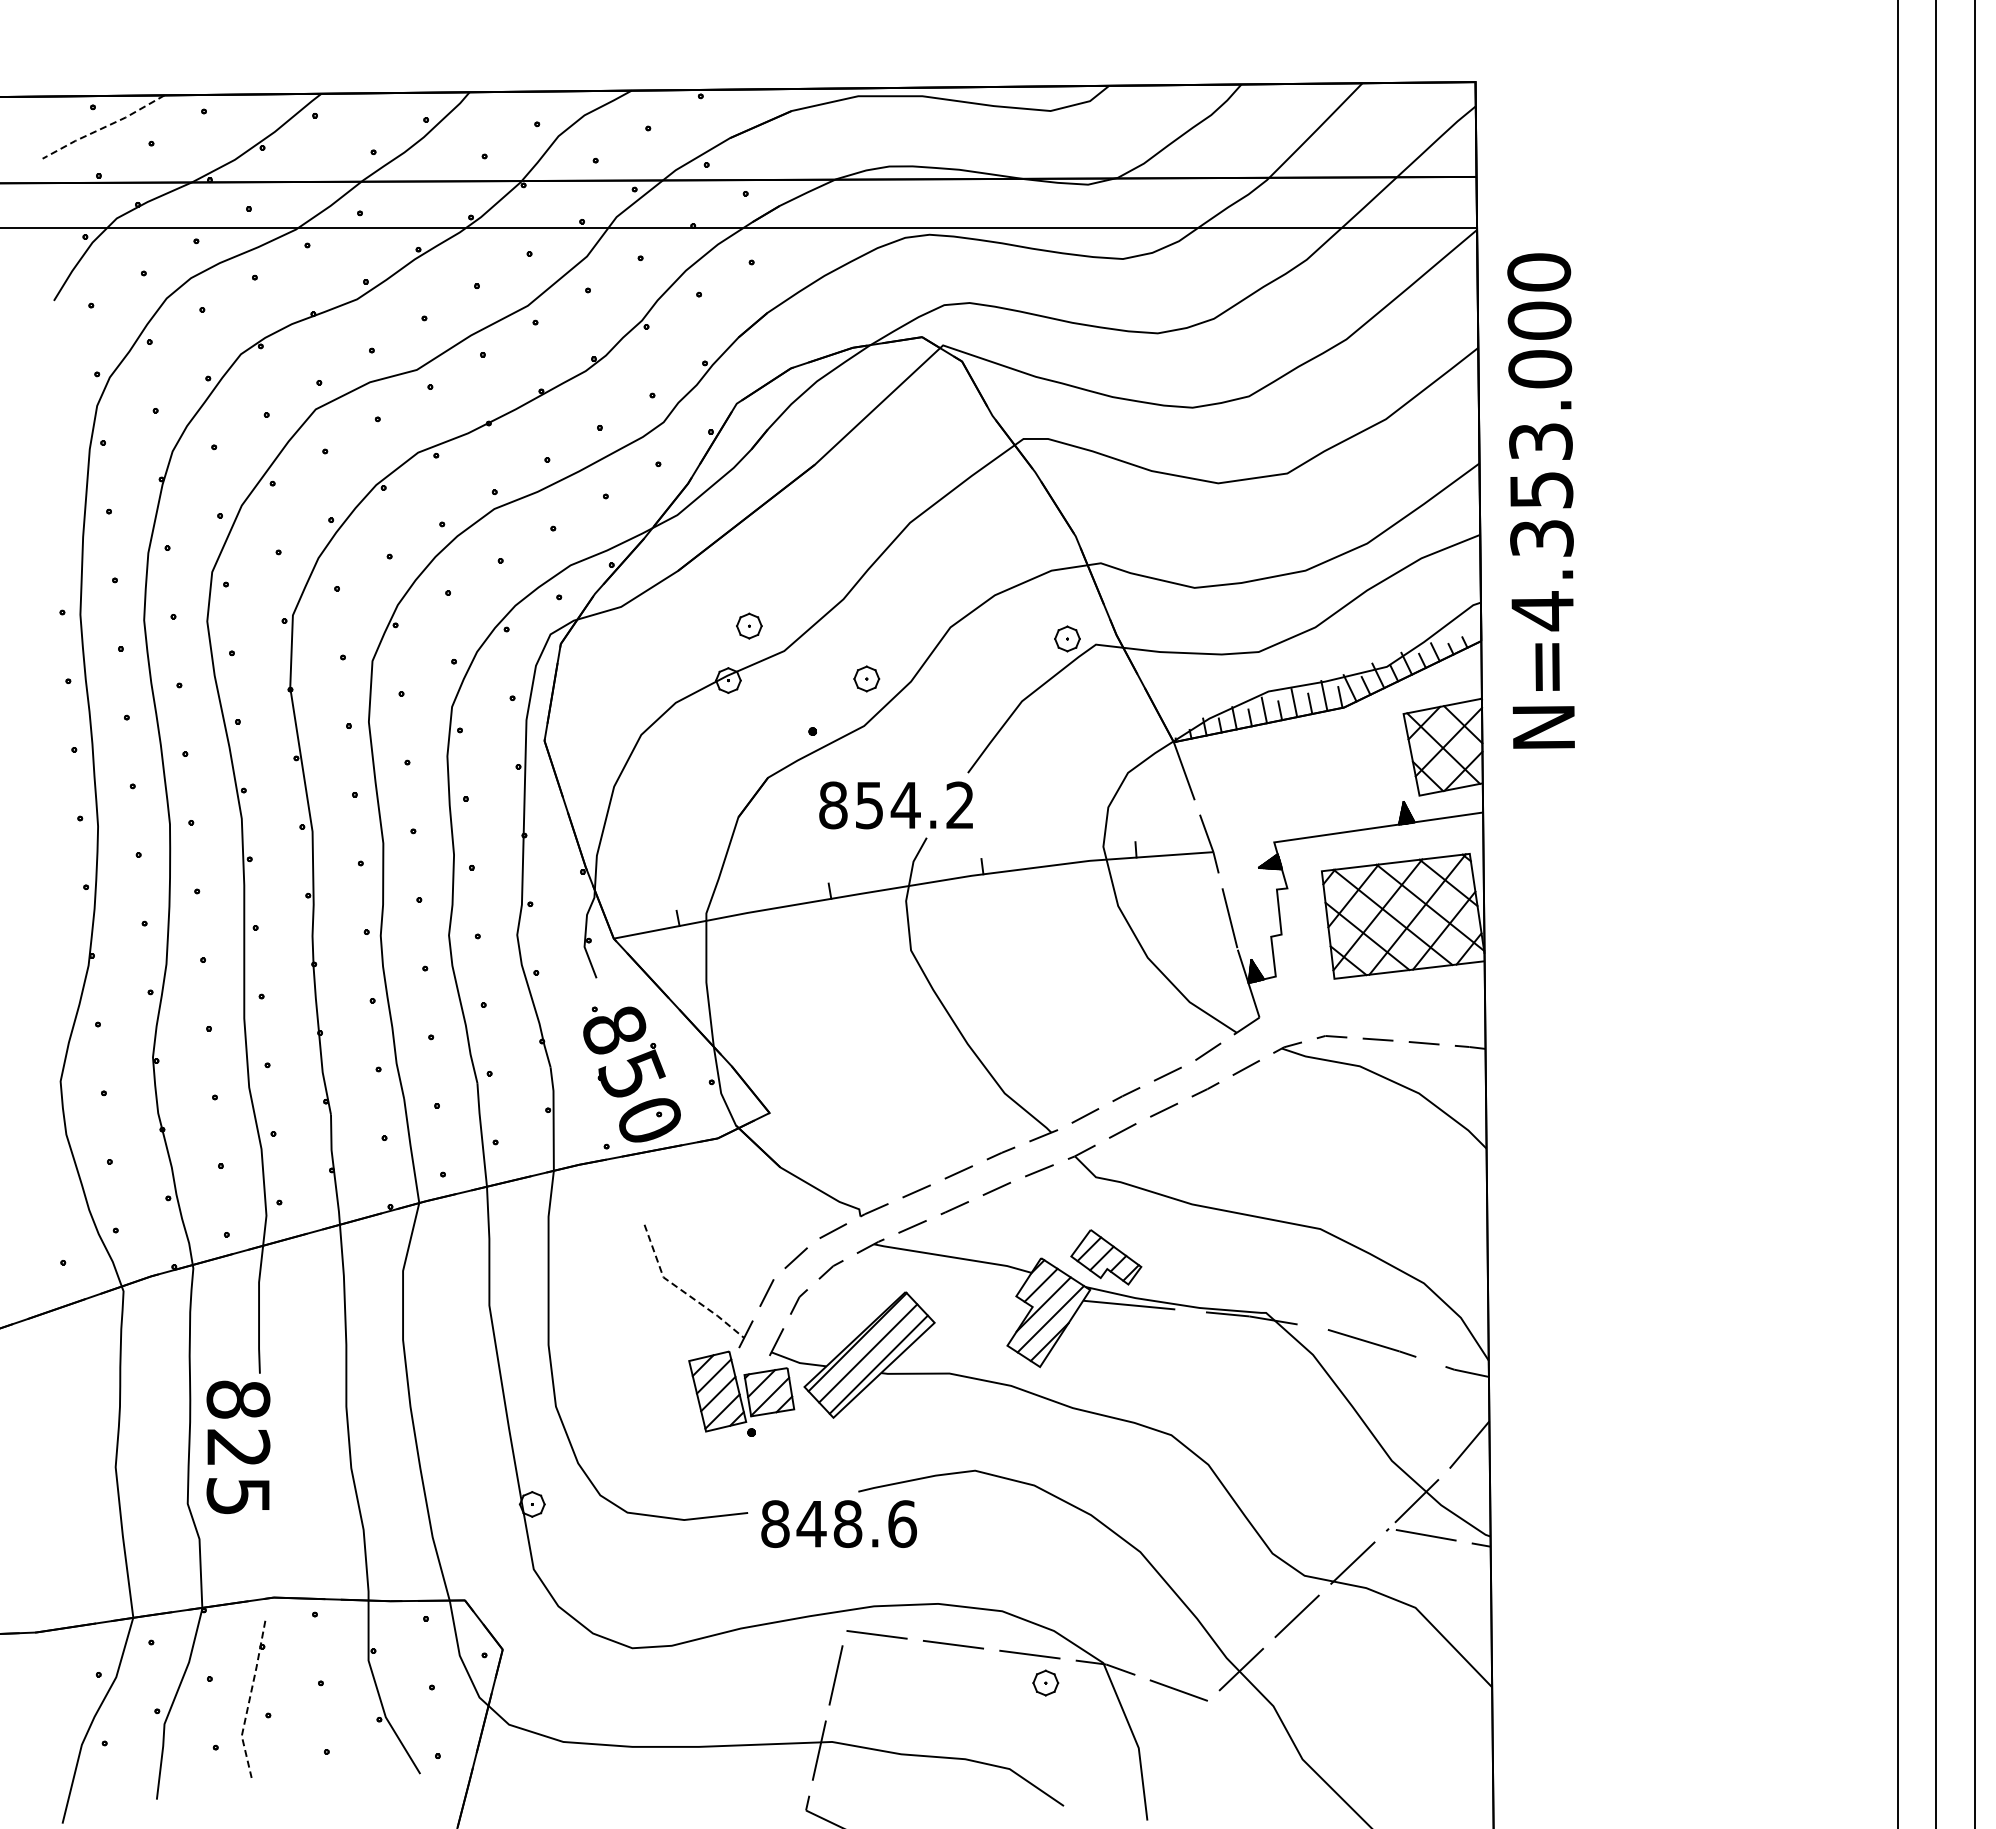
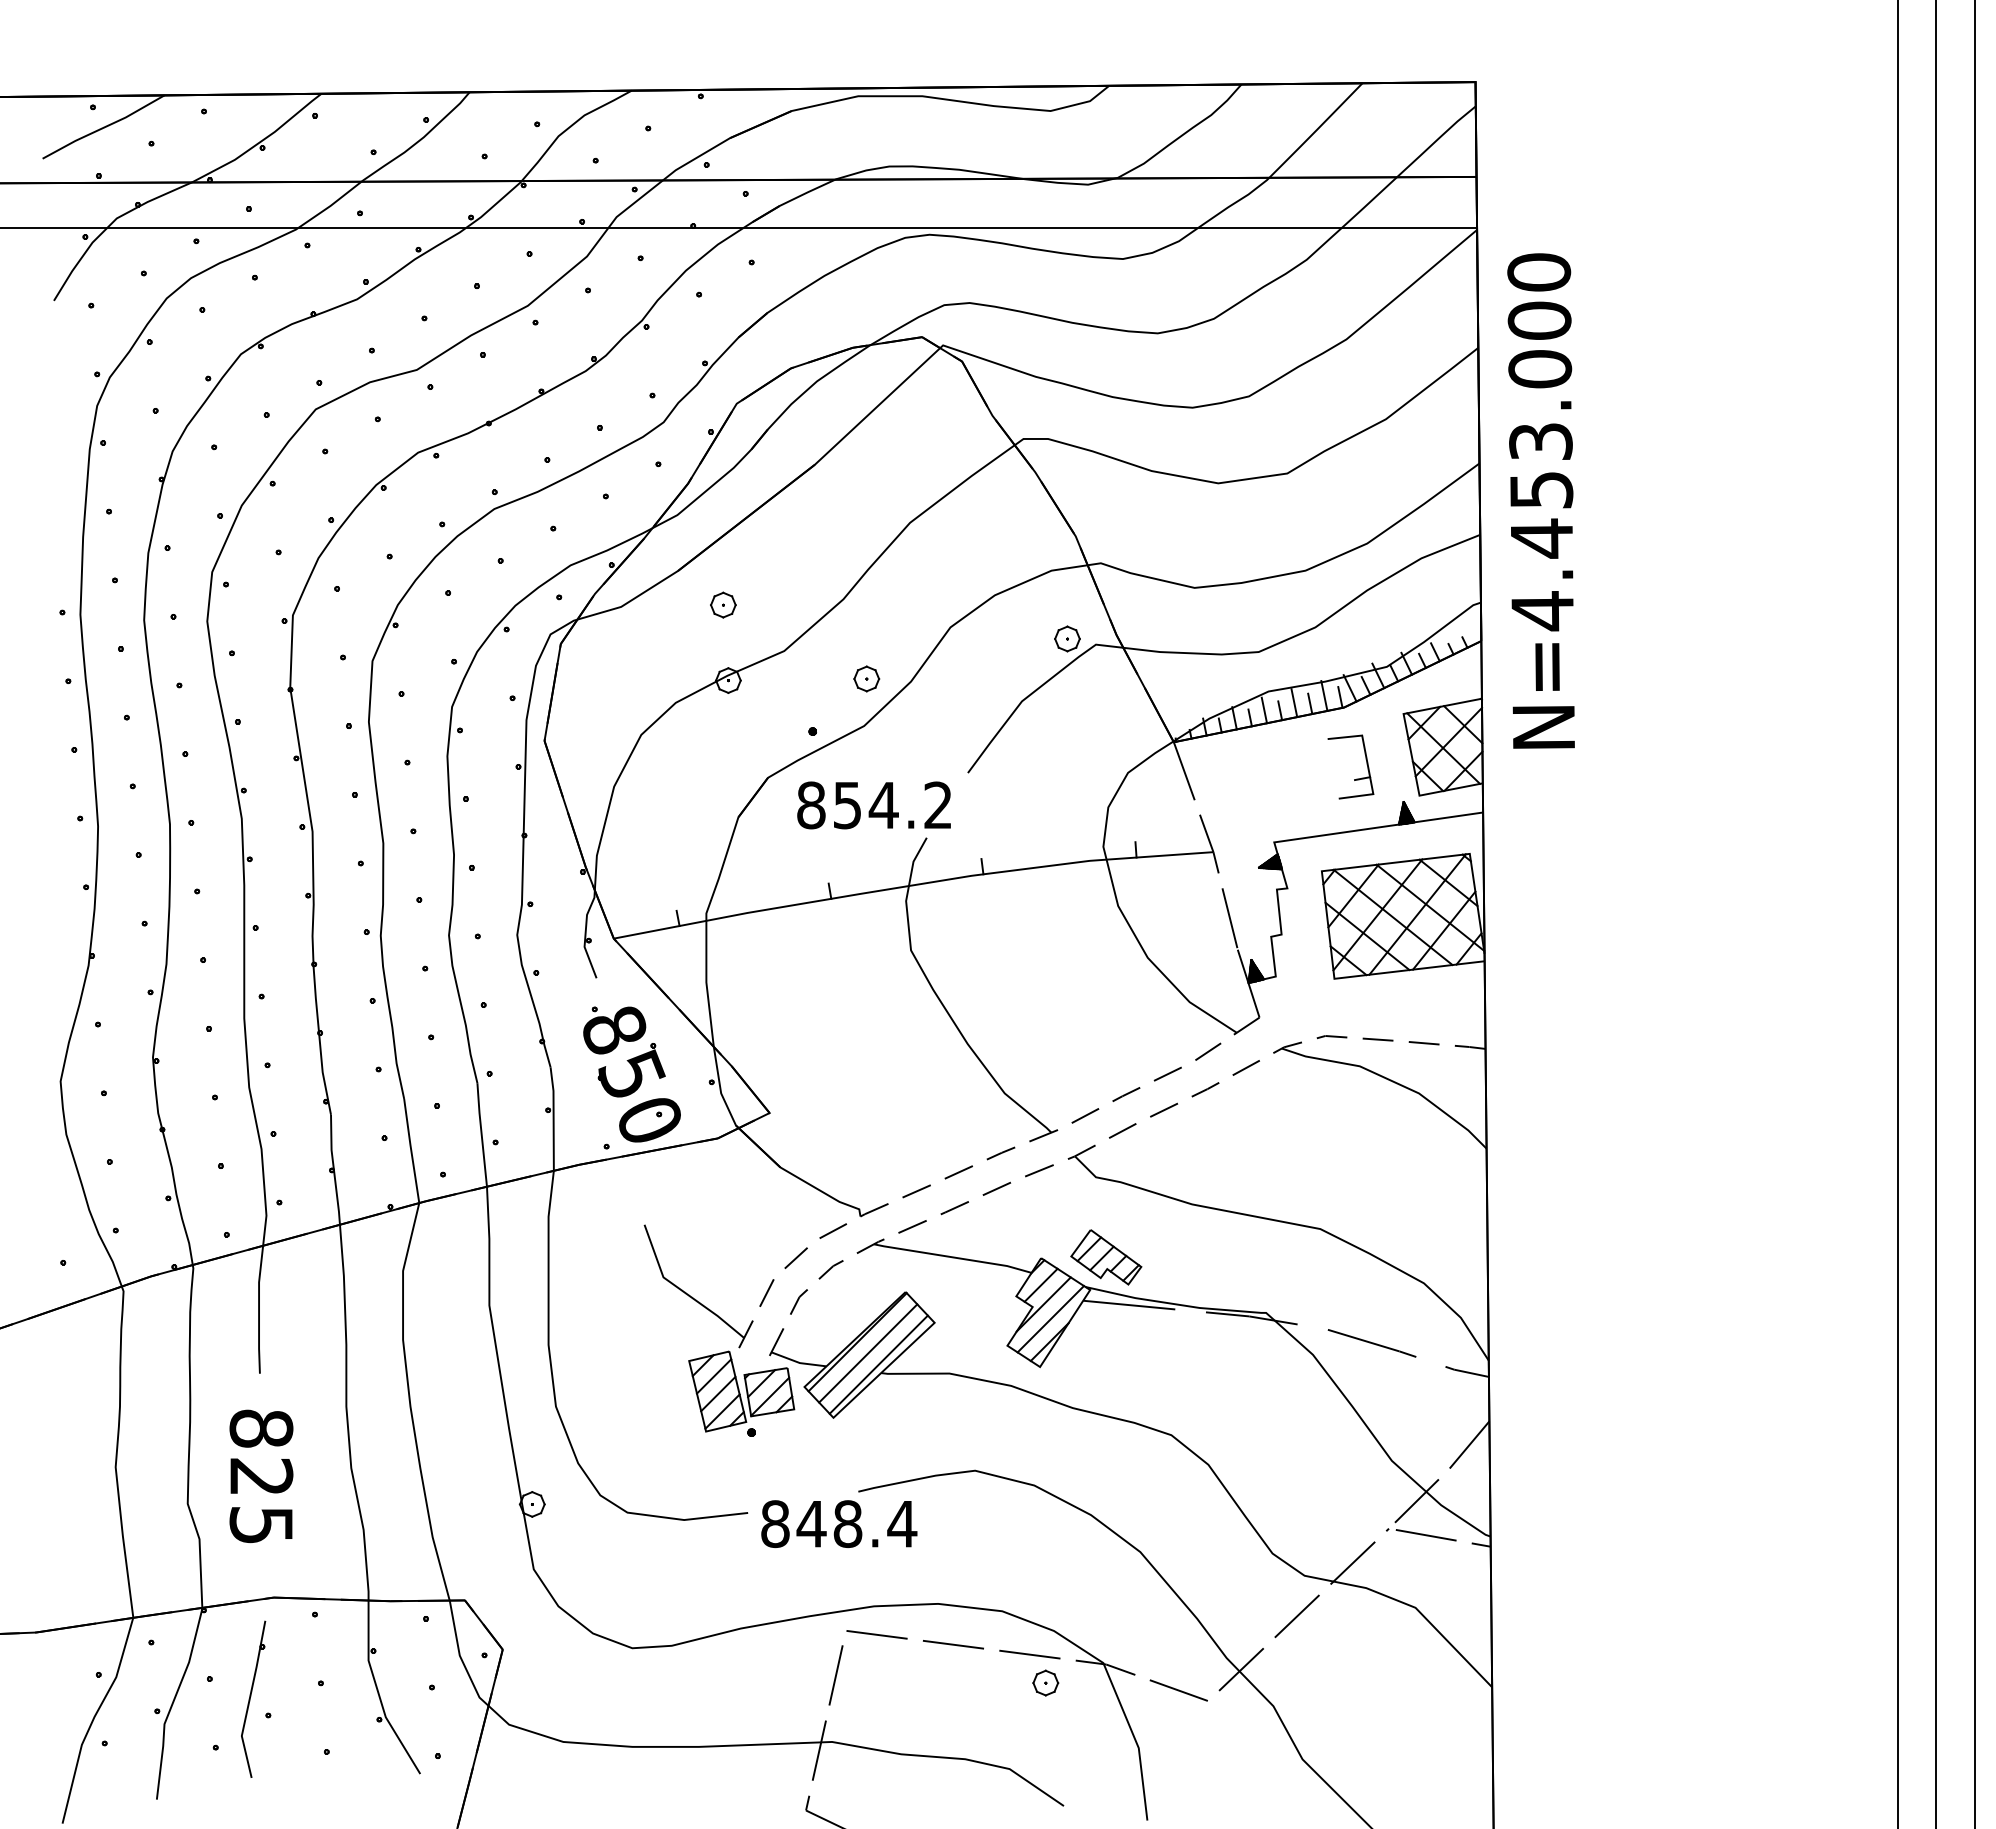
line at (103, 127): dashed -> solid
text at (1541, 538): N=4.353.000 -> N=4.453.000
part at (749, 625) position: (749, 625) -> (723, 604)
part at (1356, 778): none -> present
text at (895, 805) position: (895, 805) -> (873, 805)
line at (682, 1290): dashed -> solid
text at (238, 1447) position: (238, 1447) -> (261, 1476)
text at (902, 1524): 848.6 -> 848.4
line at (249, 1700): dashed -> solid
